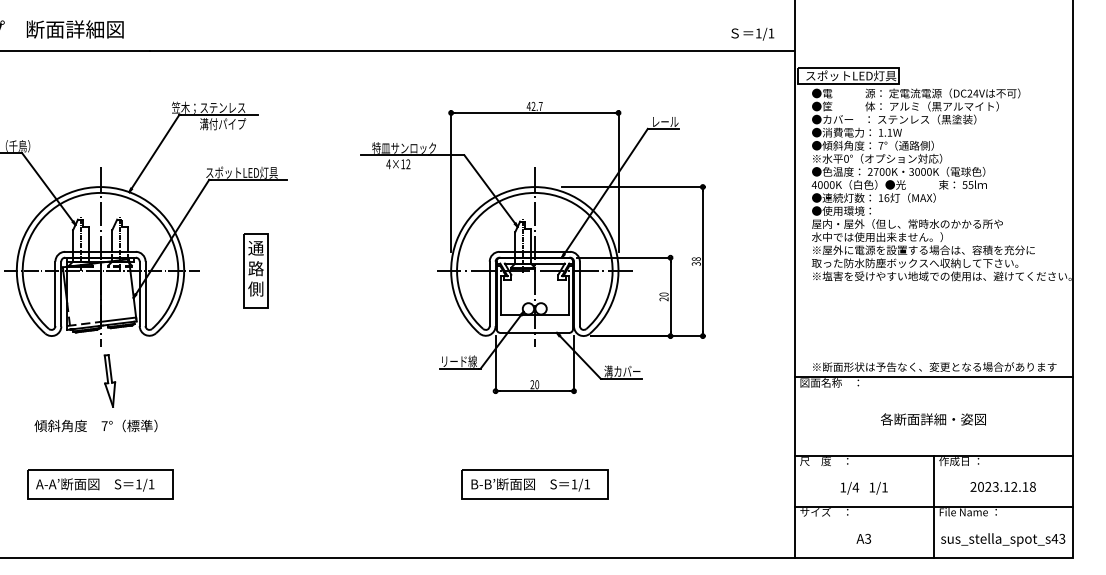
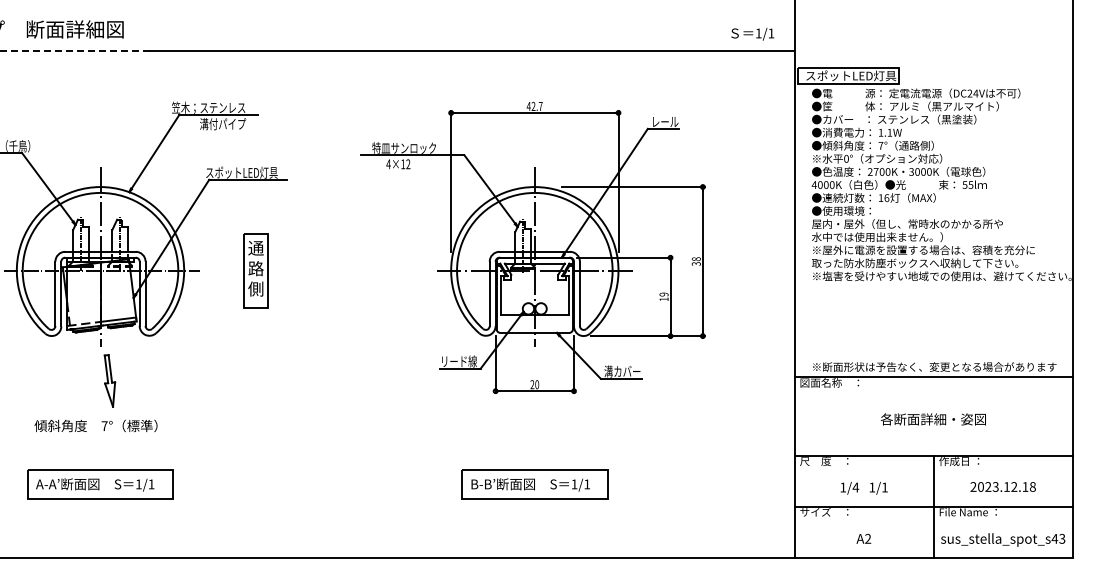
line at (75, 51): solid -> dashed
text at (663, 296): 20 -> 19
text at (868, 539): A3 -> A2
